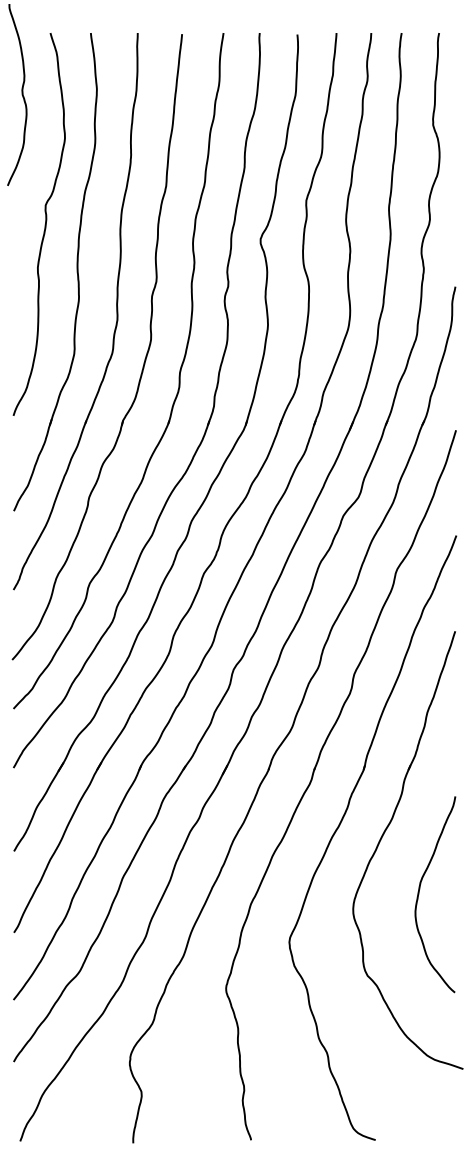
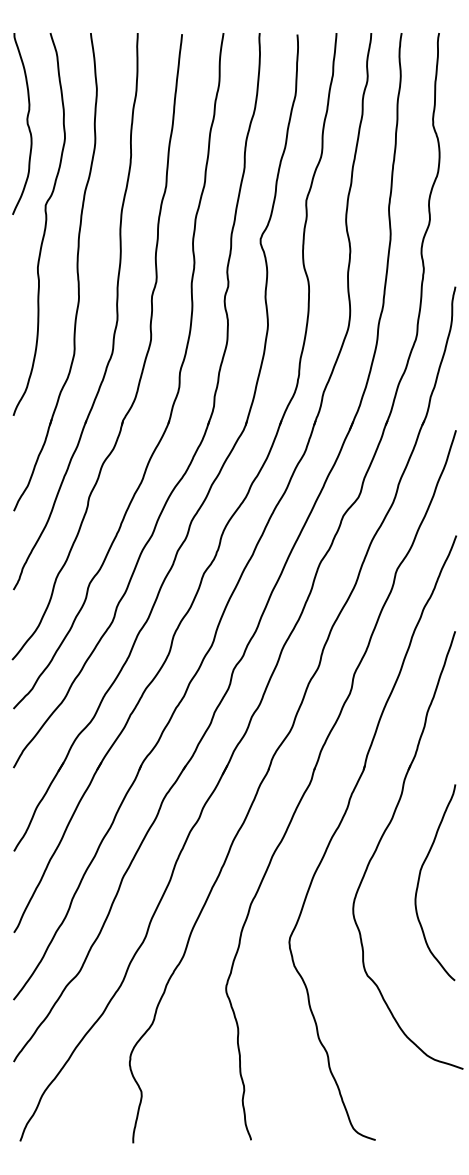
curve at (21, 94) position: (21, 94) -> (26, 123)
curve at (420, 889) position: (420, 889) -> (420, 877)
